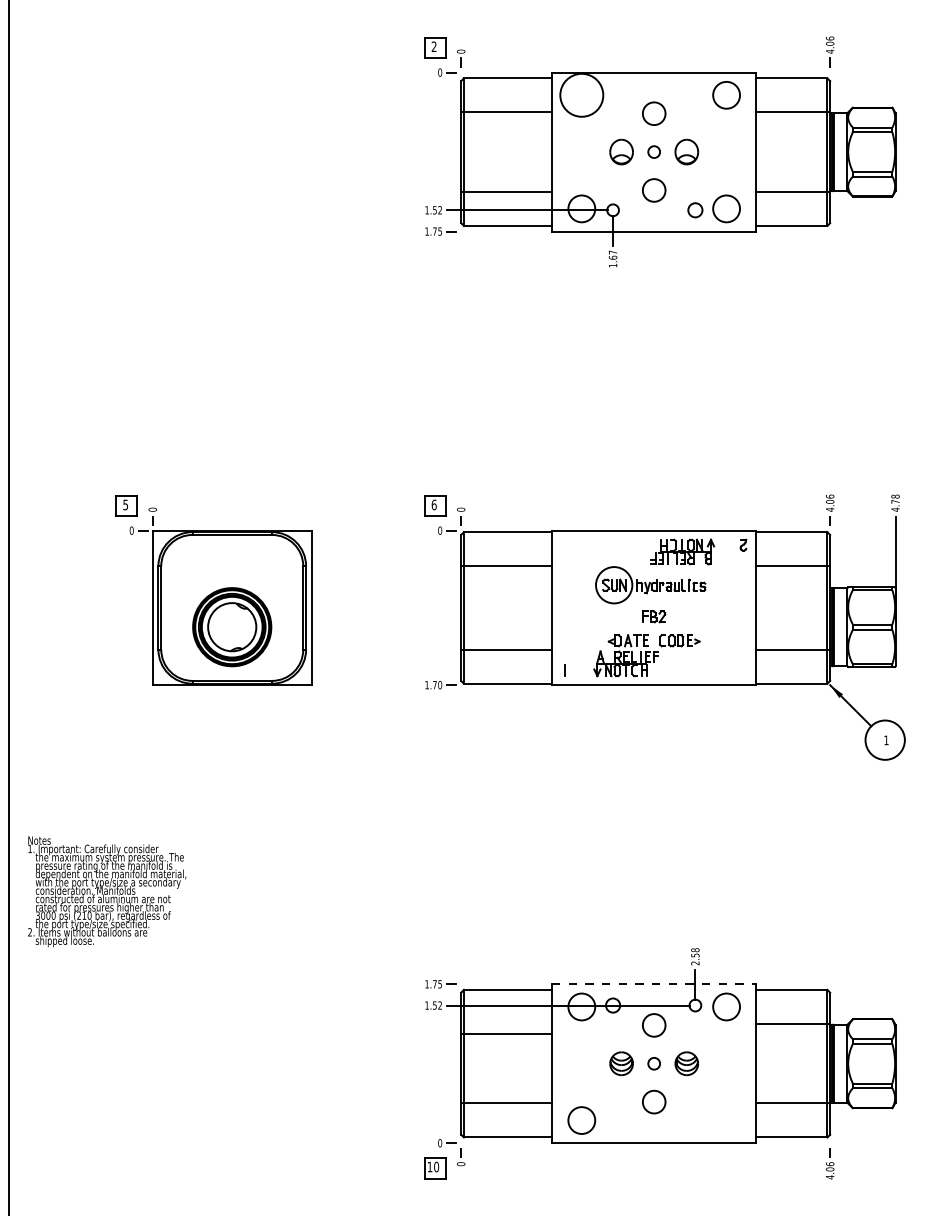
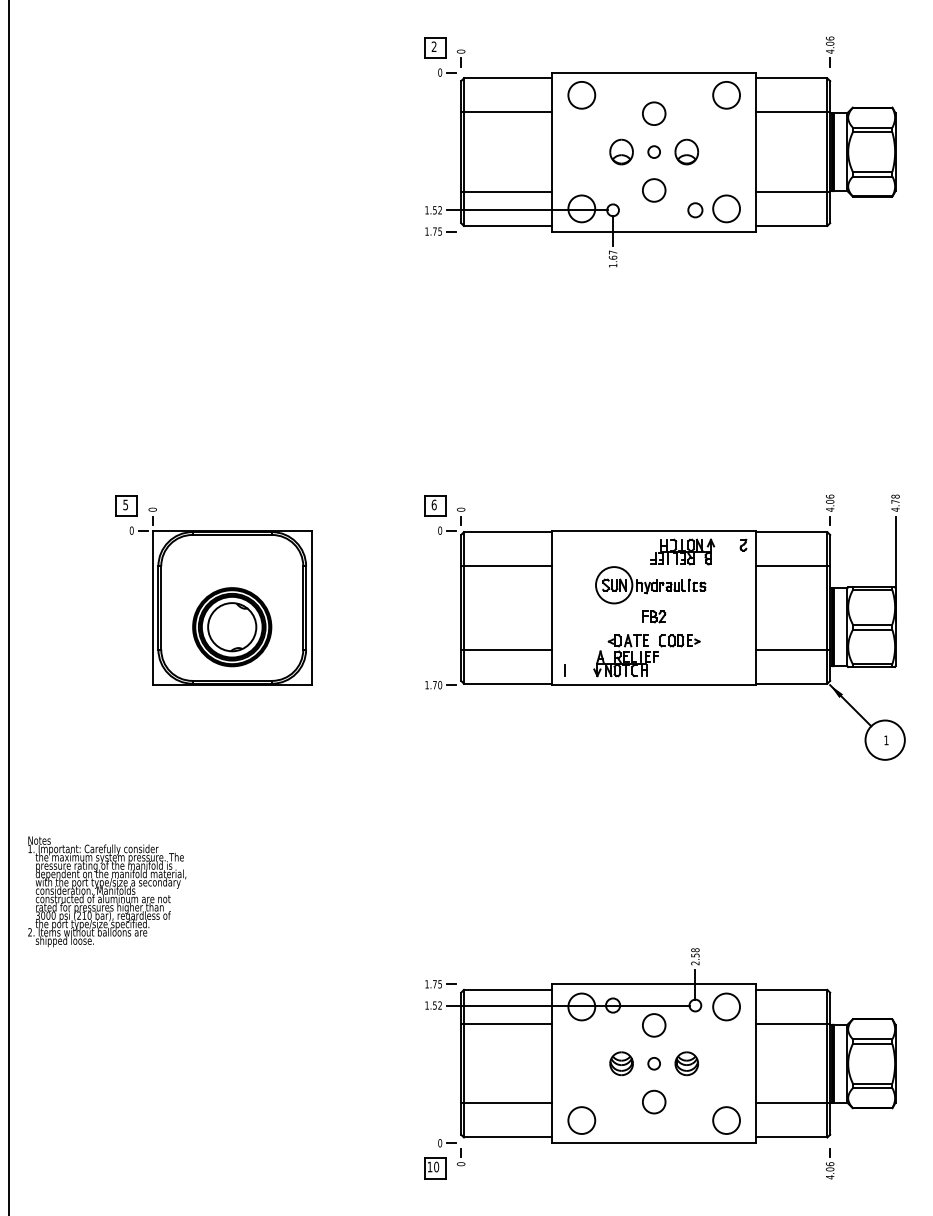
circle at (581, 94) diameter: 43 px -> 27 px
line at (654, 984): dashed -> solid
line at (506, 1033) position: (506, 1033) -> (506, 1023)
circle at (726, 1120): none -> present
